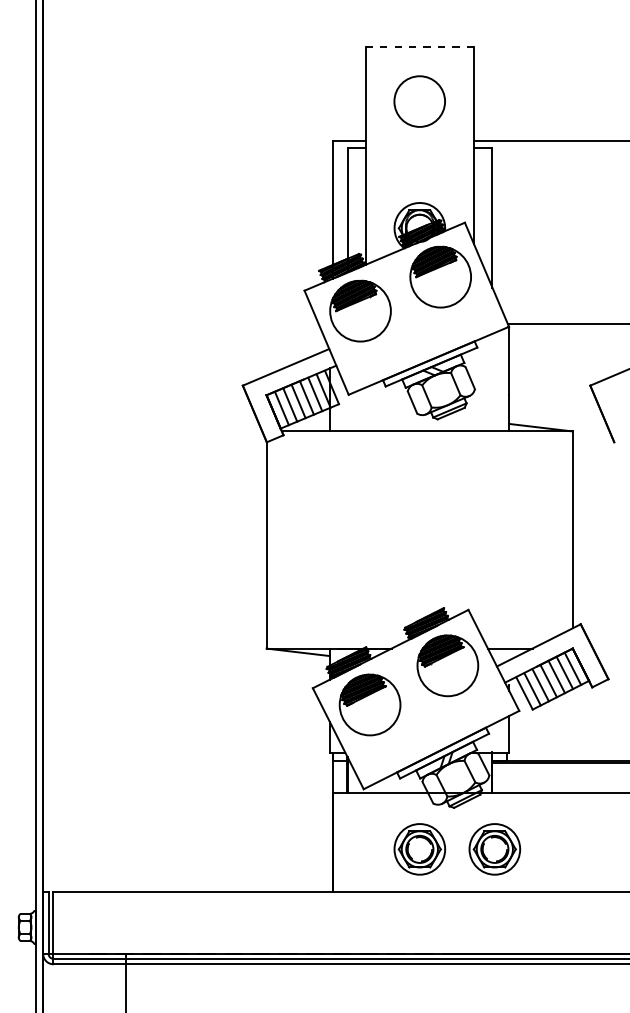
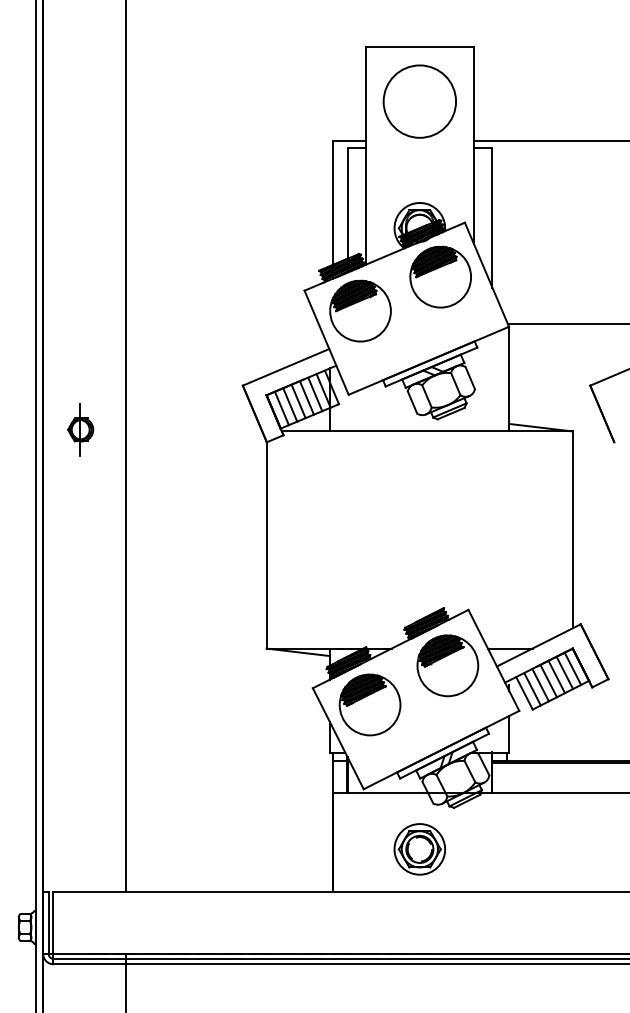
line at (420, 47): dashed -> solid
circle at (419, 101) size: 53x53 px -> 75x75 px
part at (80, 429): none -> present
line at (126, 446): none -> present
part at (494, 849): present -> none
